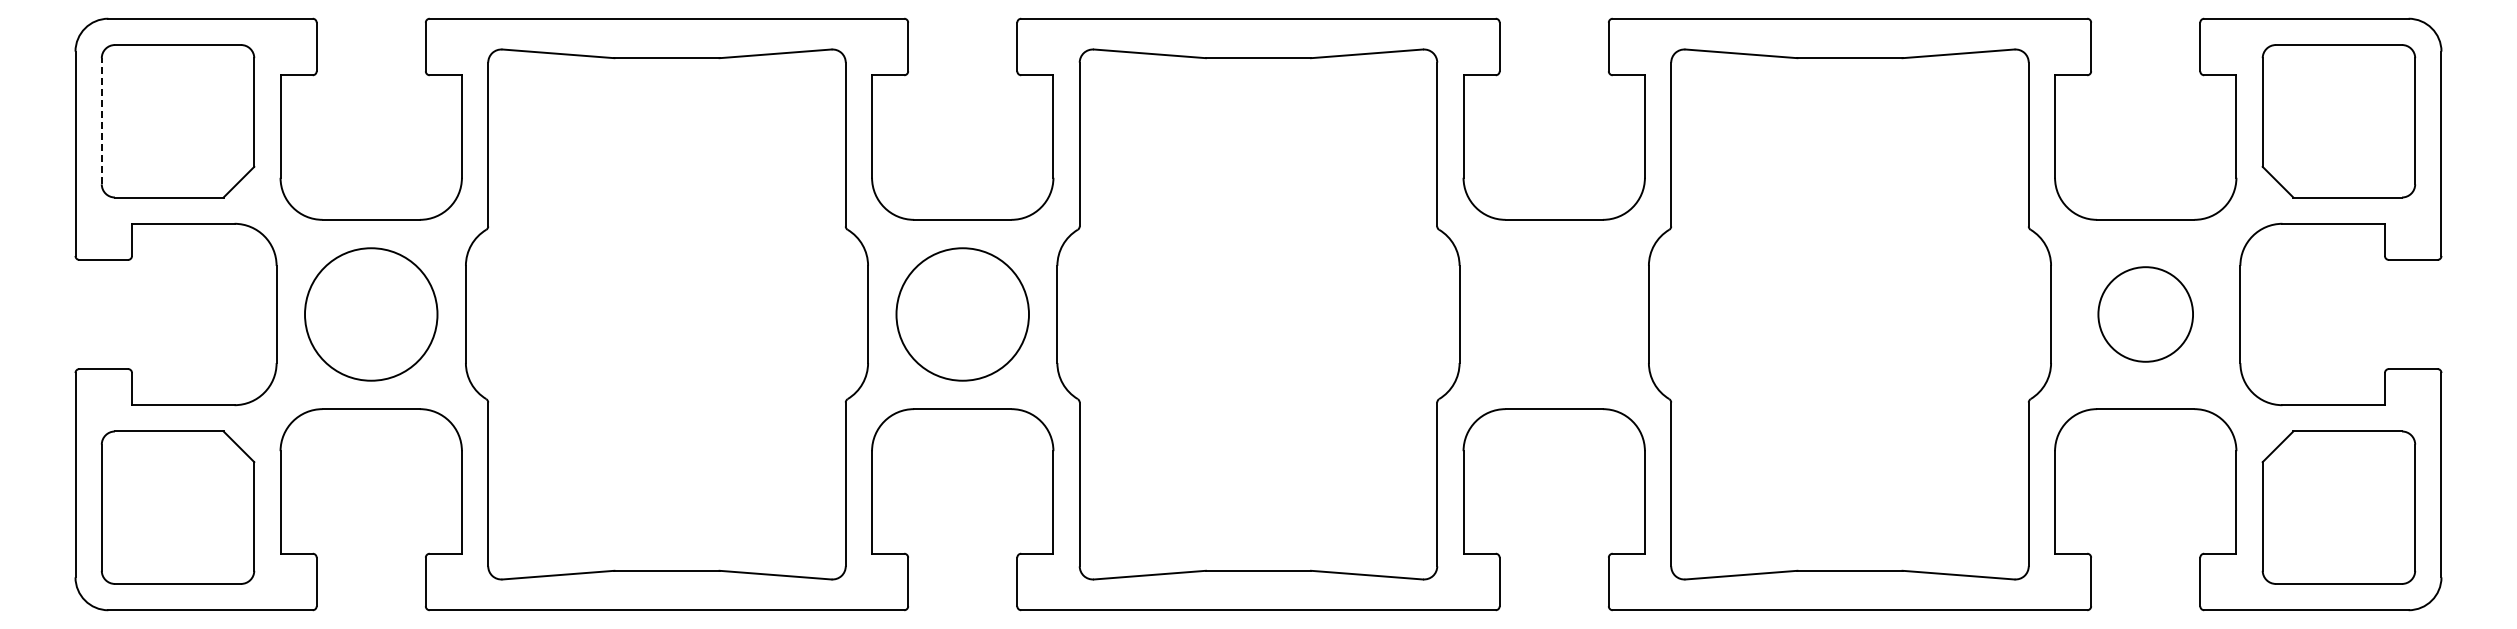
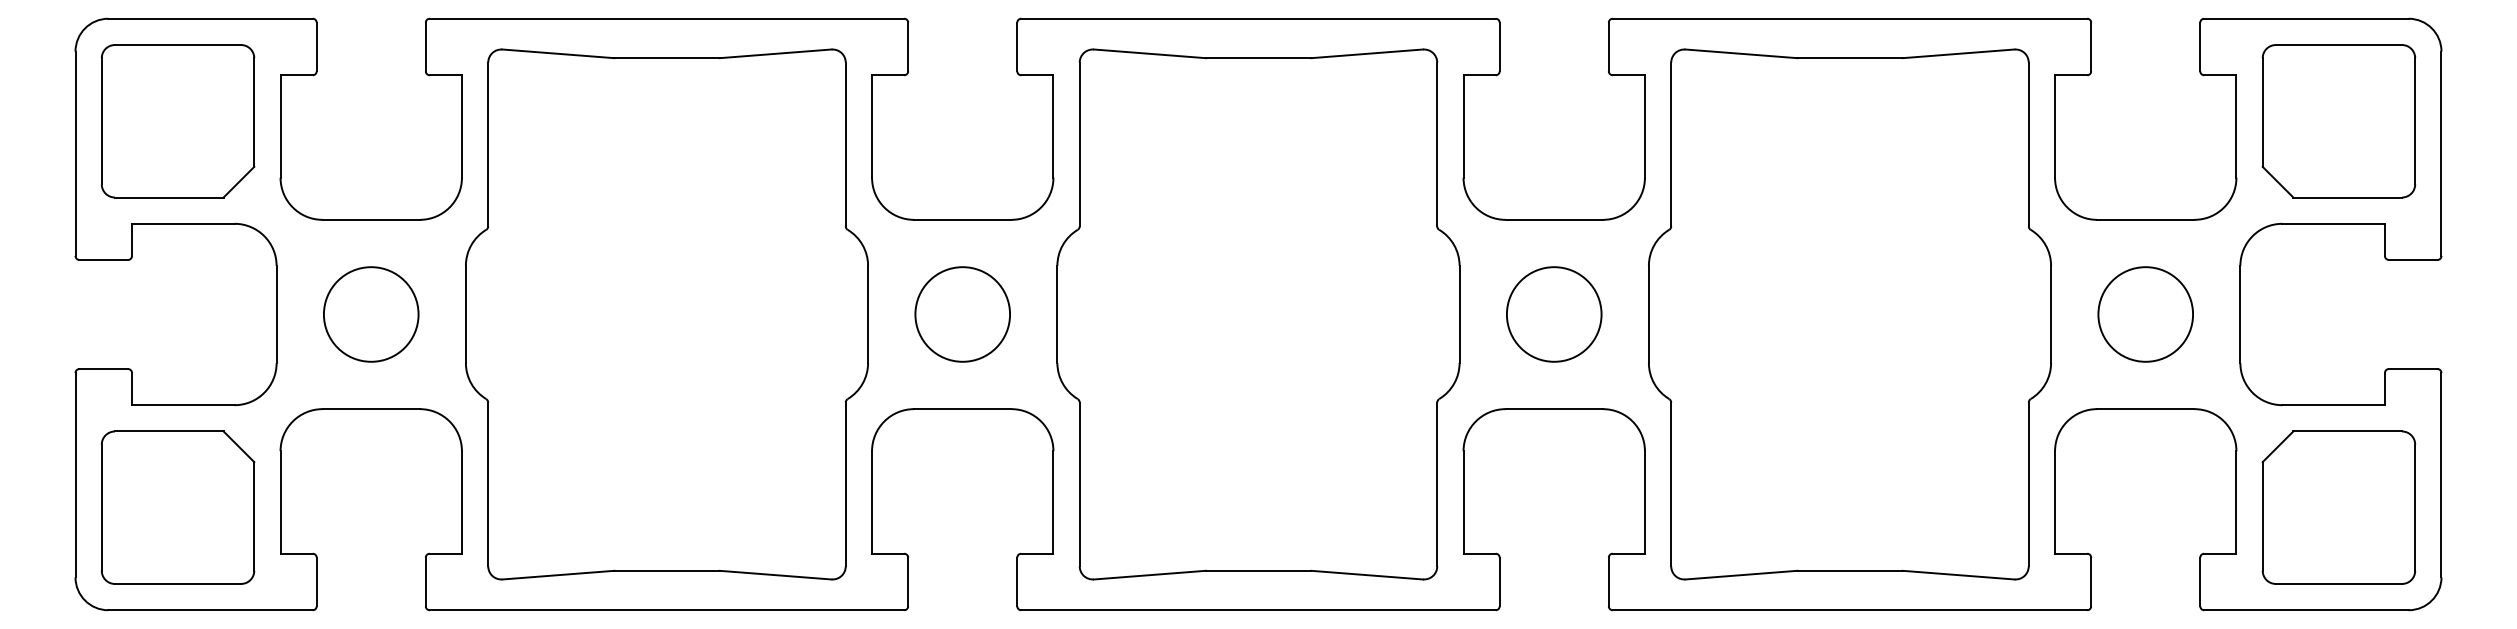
line at (101, 120): dashed -> solid
circle at (371, 314) diameter: 132 px -> 95 px
circle at (962, 314) diameter: 132 px -> 95 px
circle at (1554, 314): none -> present
